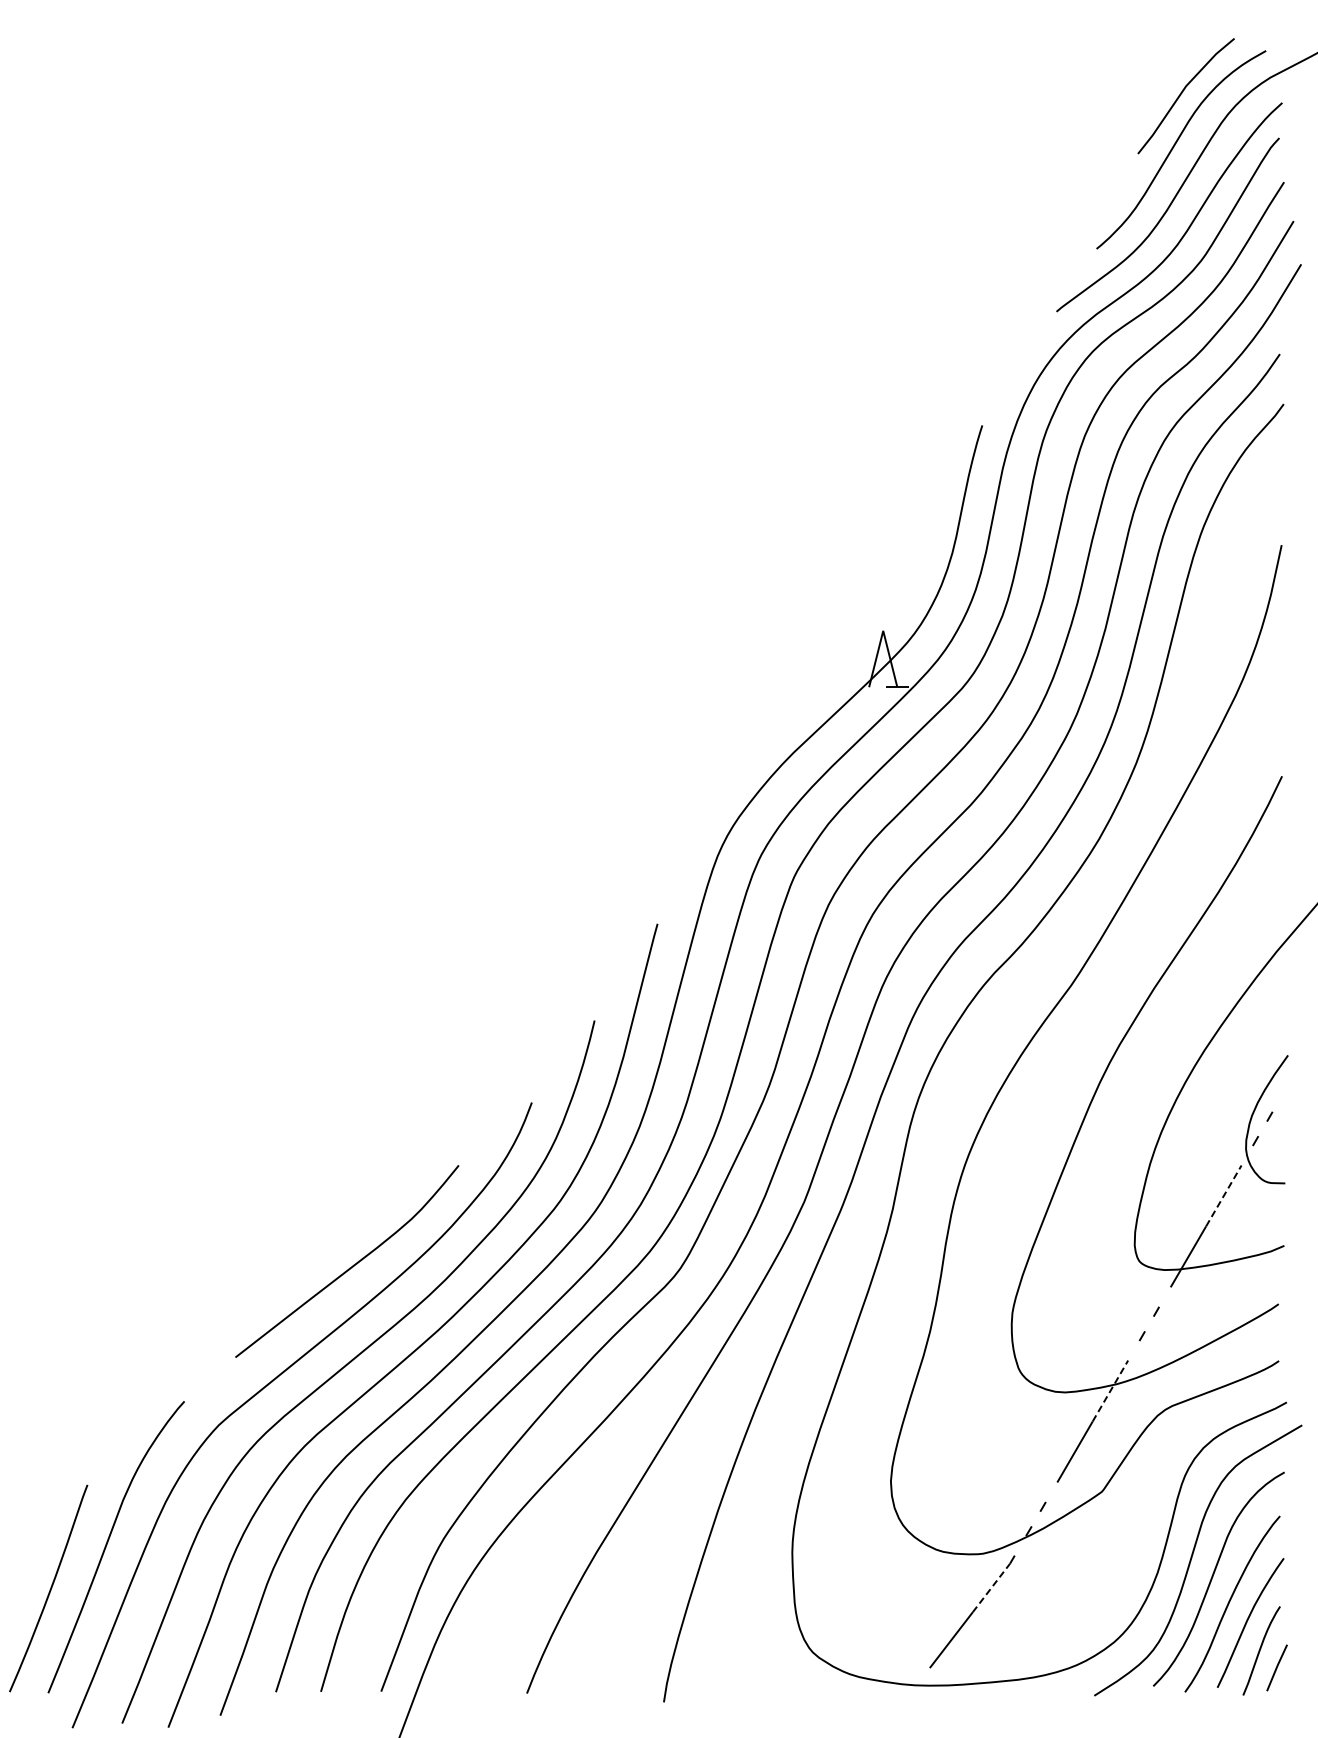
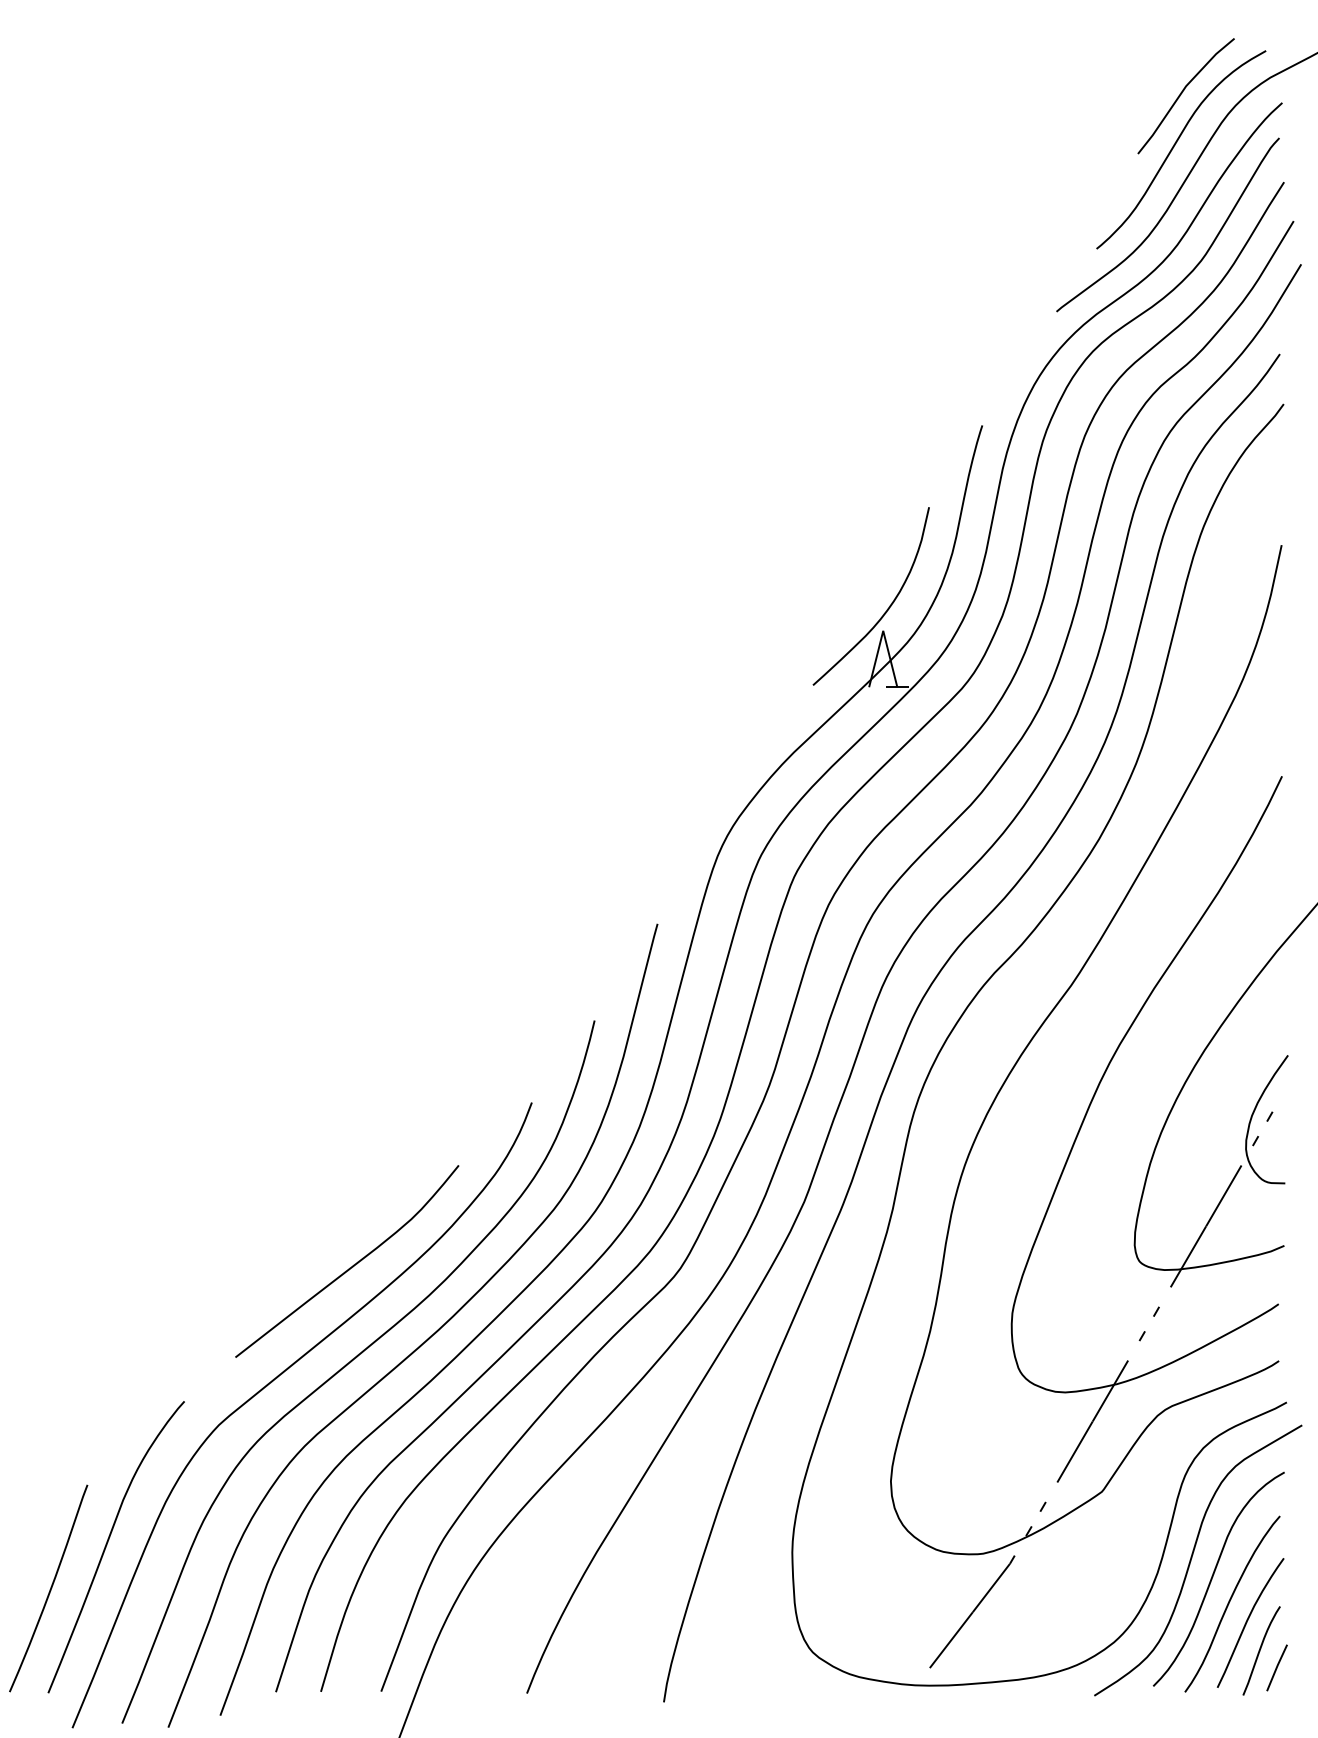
curve at (886, 609): none -> present
line at (1224, 1195): dashed -> solid
line at (1110, 1390): dashed -> solid
line at (991, 1587): dashed -> solid
